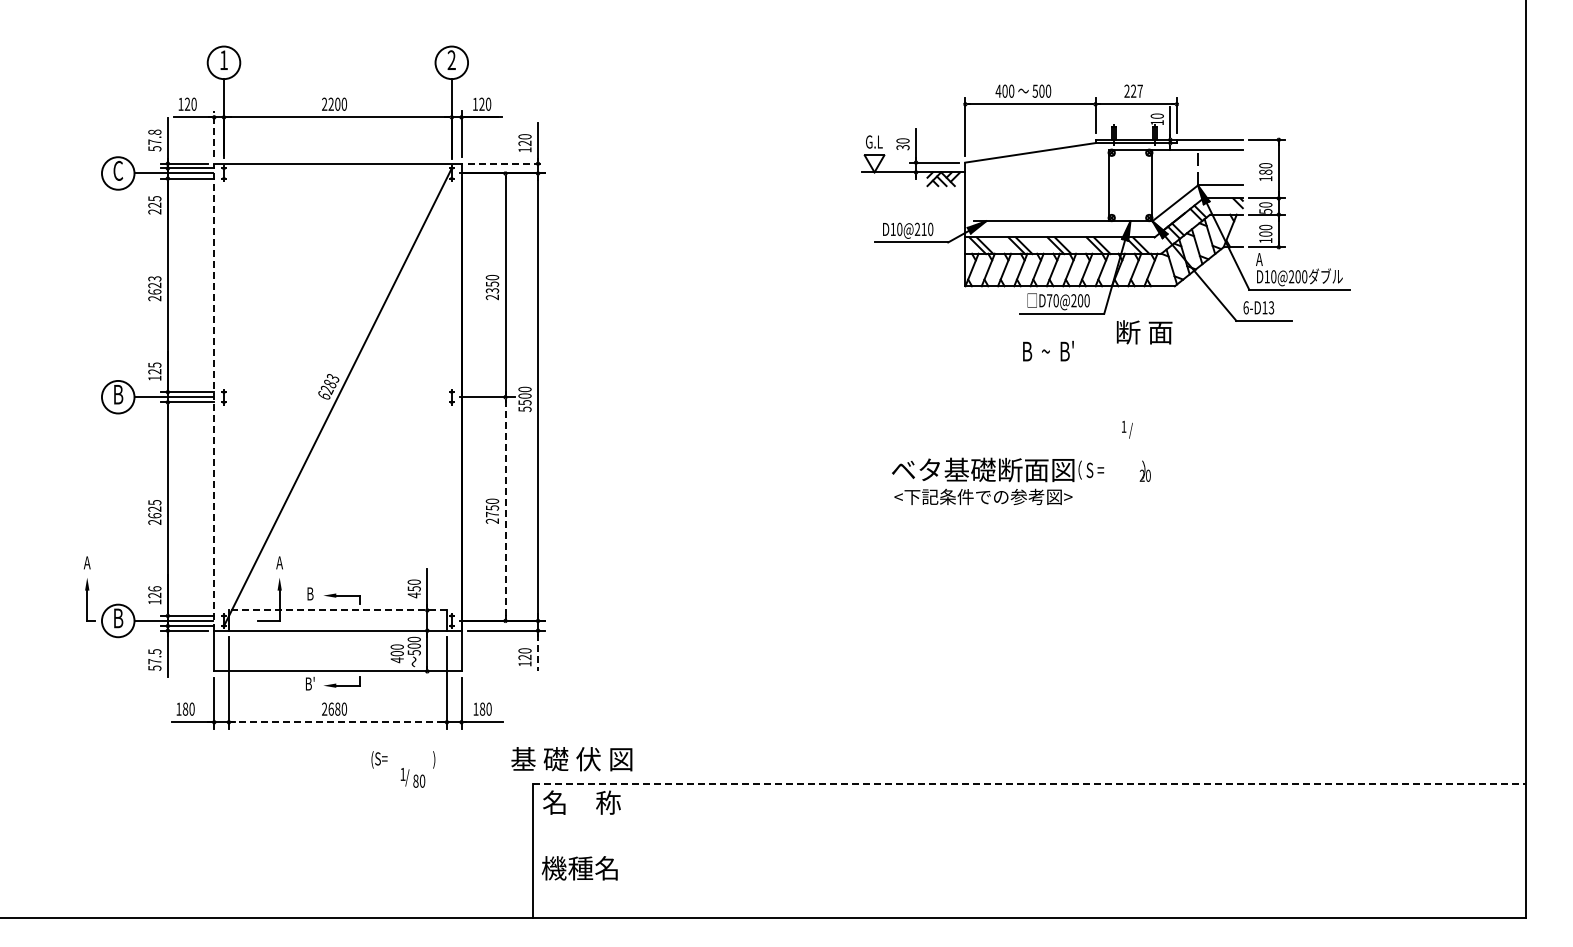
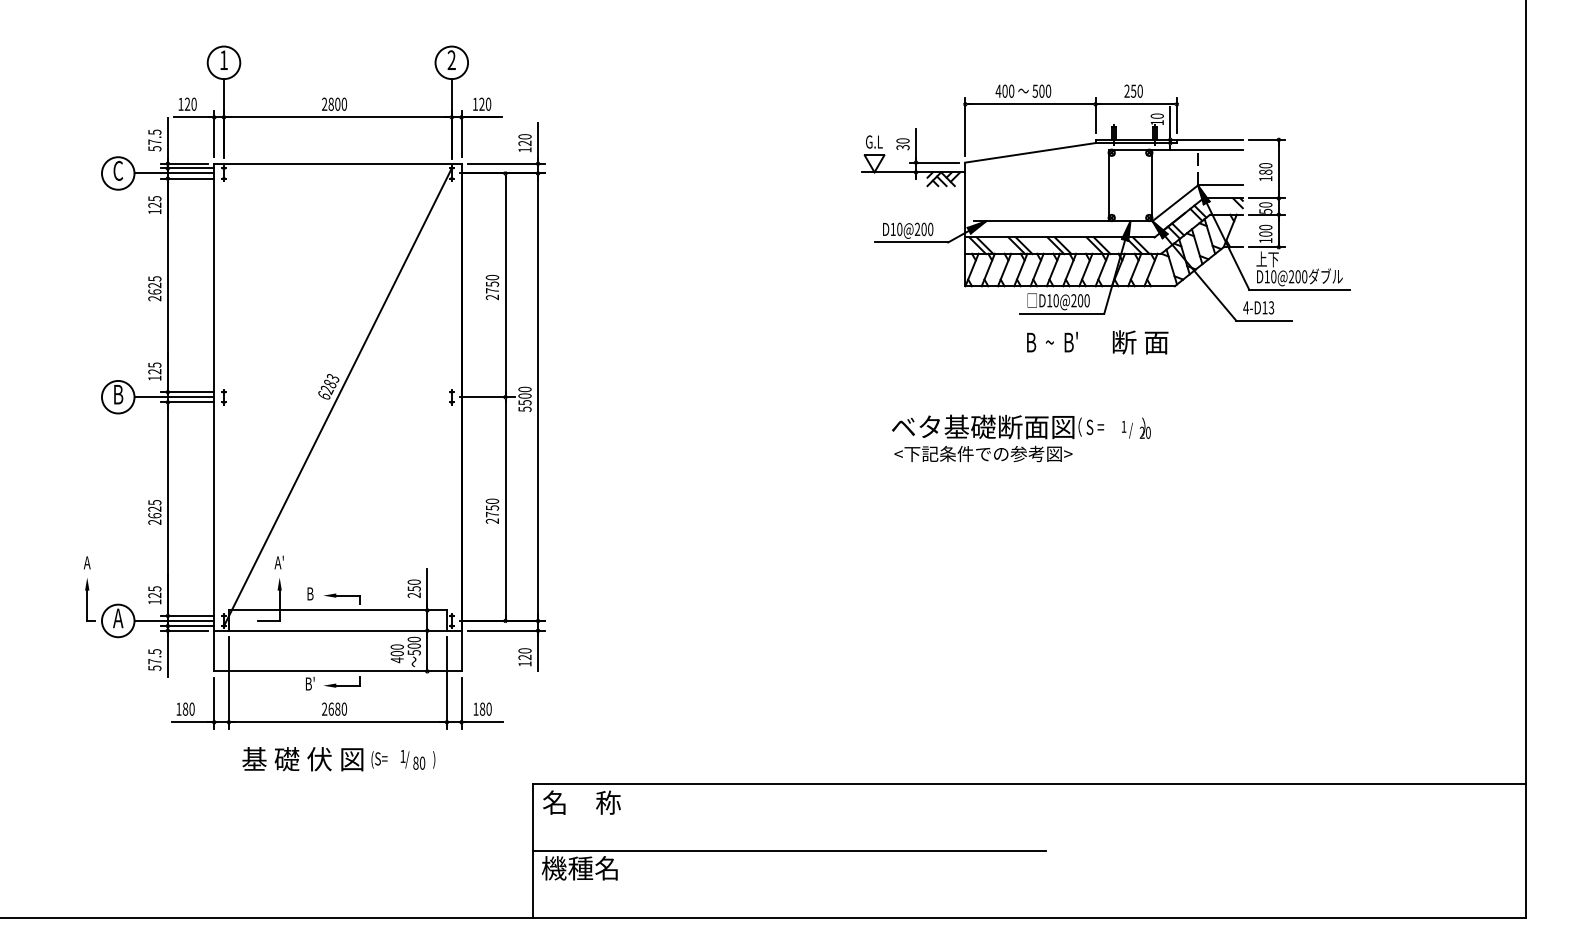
text at (1136, 90): 227 -> 250
text at (330, 103): 2200 -> 2800
text at (154, 131): 57.8 -> 57.5
line at (214, 133): dashed -> solid
line at (506, 163): dashed -> solid
text at (154, 211): 225 -> 125
text at (923, 229): D10@210 -> D10@200
text at (1267, 259): A -> 上下
text at (153, 278): 2623 -> 2625
text at (492, 290): 2350 -> 2750
text at (1049, 300): D70@200 -> D10@200
text at (1245, 307): 6-D13 -> 4-D13
text at (1144, 332) position: (1144, 332) -> (1140, 342)
text at (1048, 350) position: (1048, 350) -> (1052, 341)
line at (214, 396): dashed -> solid
text at (1021, 481) position: (1021, 481) -> (1021, 438)
line at (505, 509): dashed -> solid
text at (278, 562): A -> A'
text at (154, 588): 126 -> 125
text at (413, 595): 450 -> 250
line at (337, 610): dashed -> solid
text at (118, 618): B -> A
line at (538, 652): dashed -> solid
line at (337, 722): dashed -> solid
text at (571, 759) position: (571, 759) -> (302, 759)
text at (412, 777) position: (412, 777) -> (412, 759)
line at (1029, 783): dashed -> solid
line at (789, 851): none -> present
